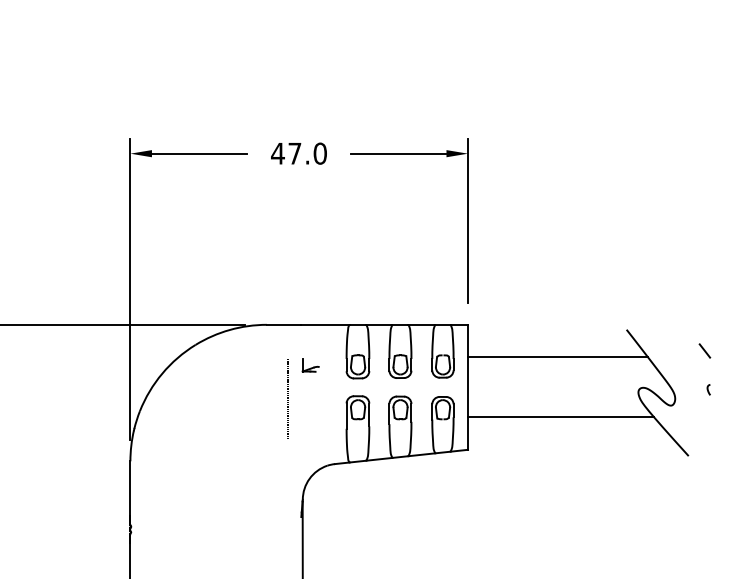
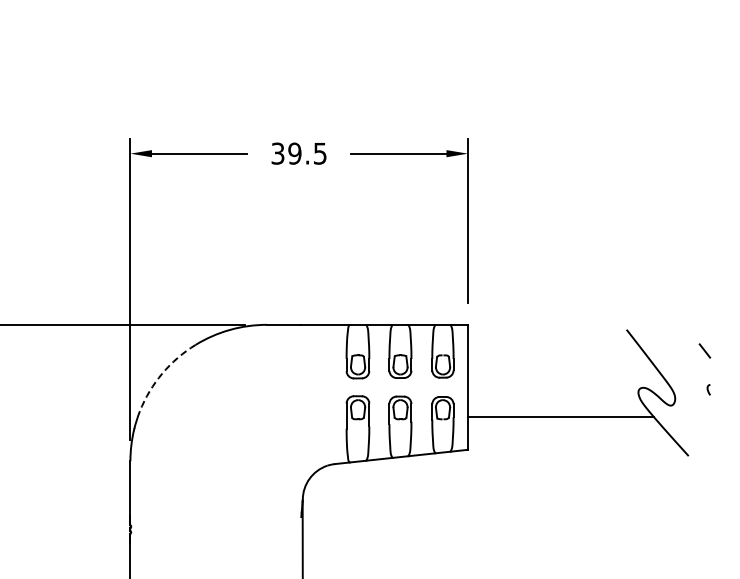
text at (298, 153): 47.0 -> 39.5
line at (558, 357): present -> none
part at (310, 365): present -> none
arc at (162, 373): solid -> dashed
line at (287, 398): present -> none
